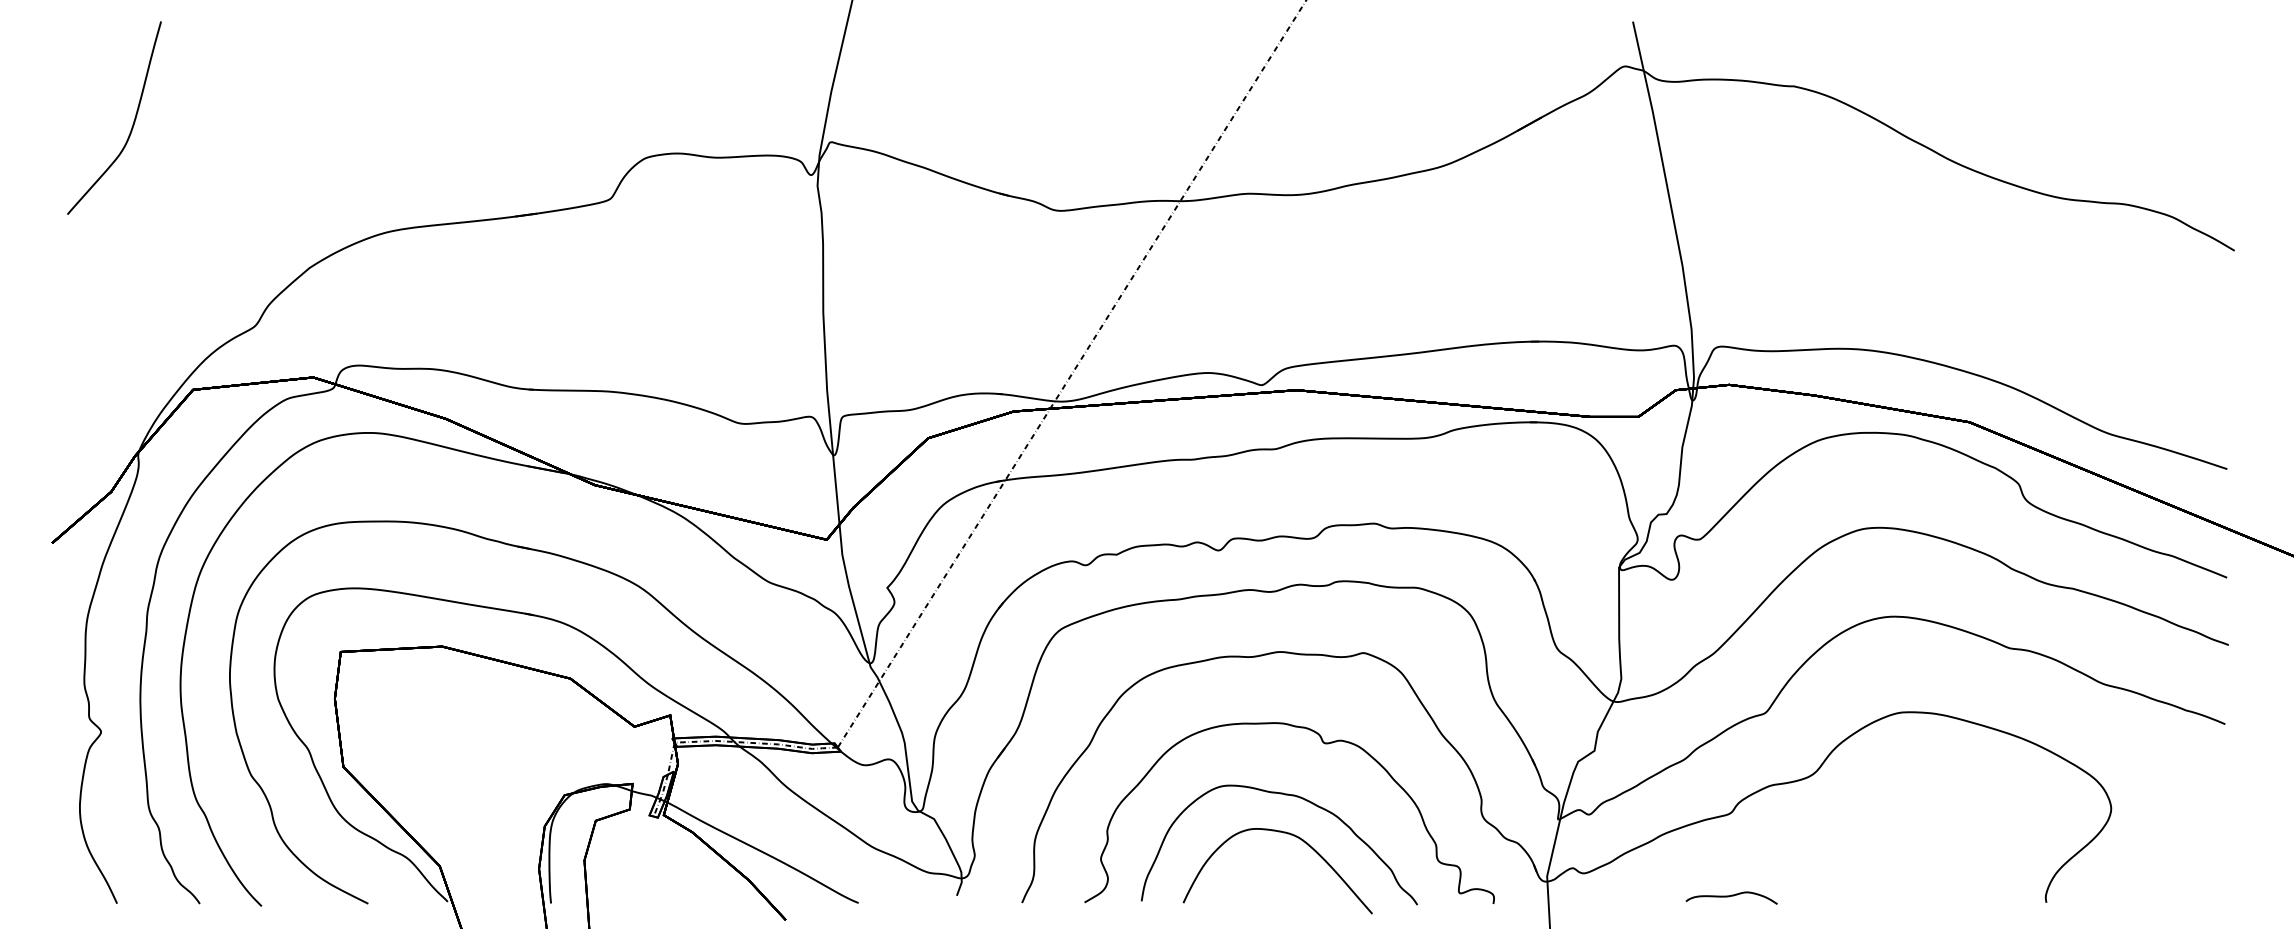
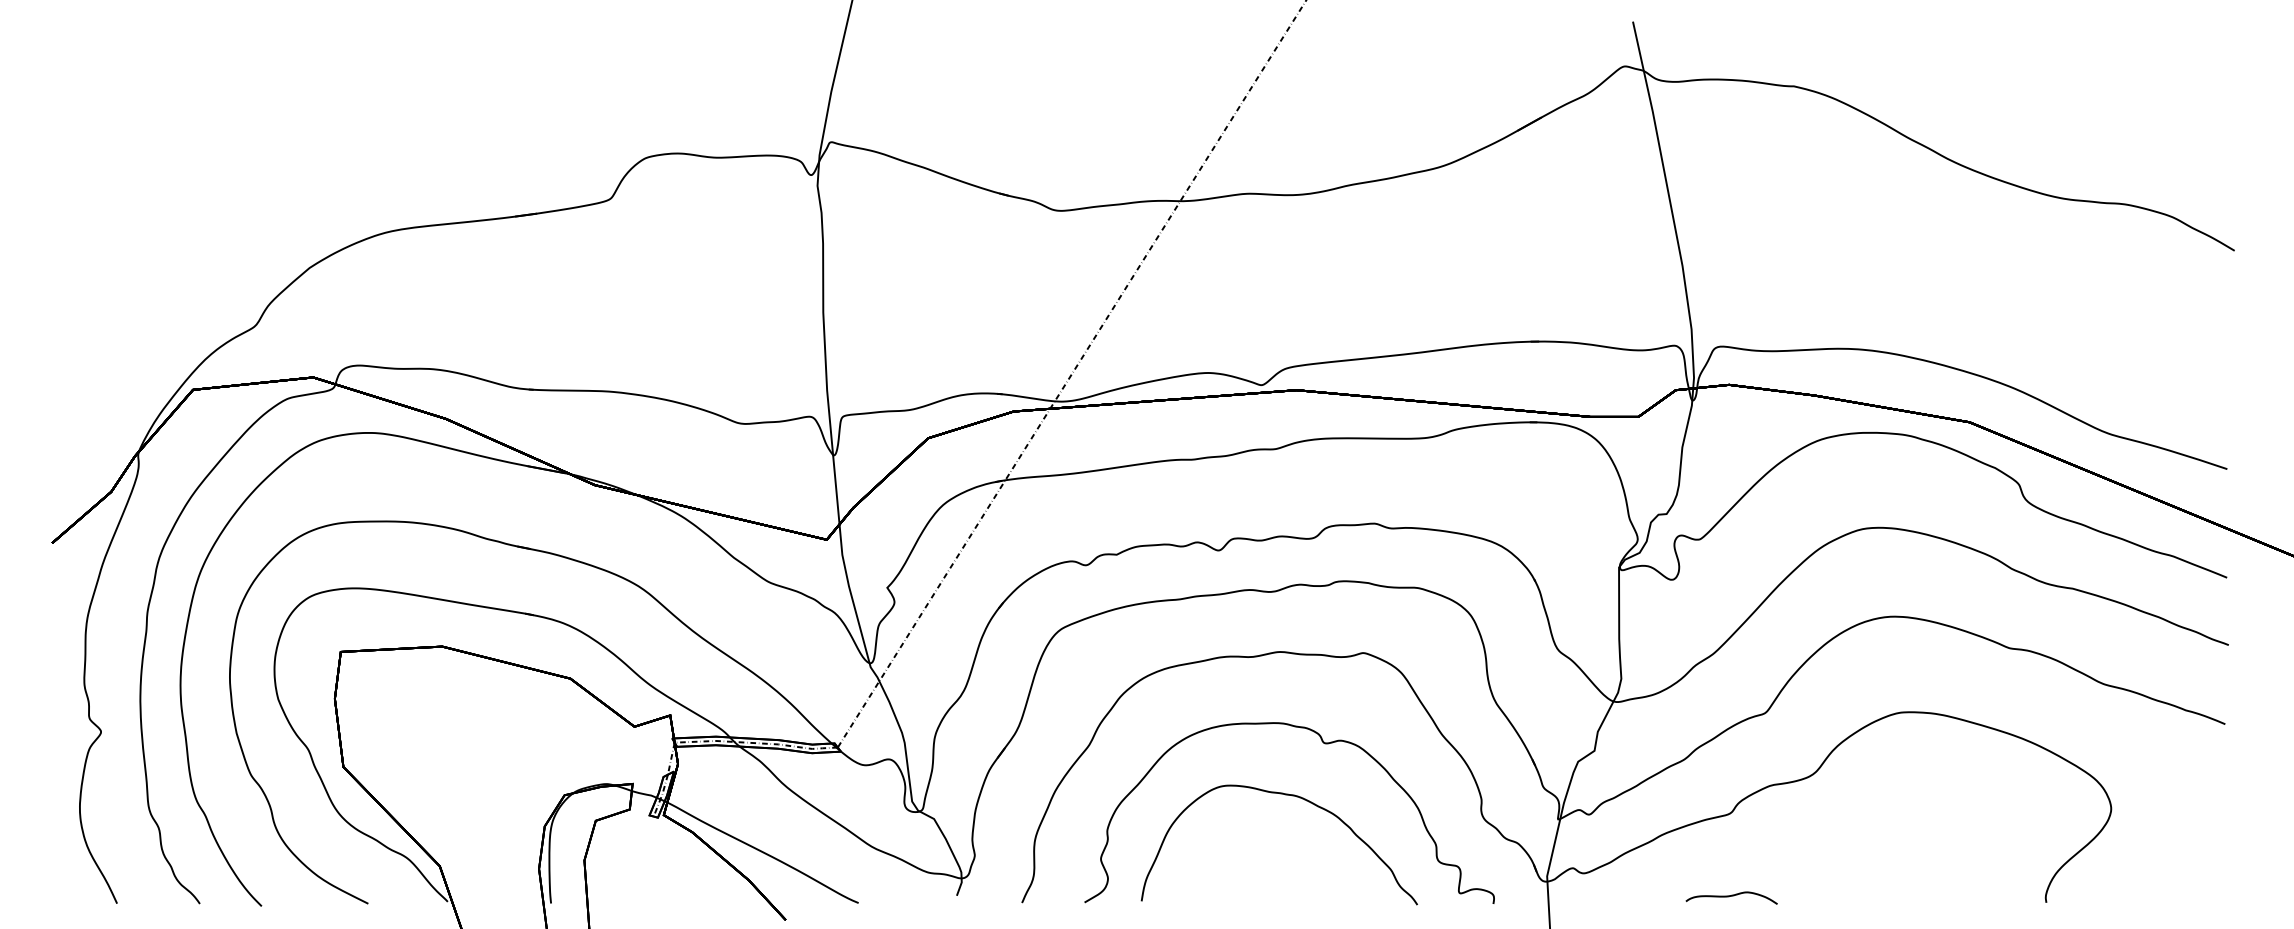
curve at (133, 120): present -> none
curve at (1287, 834): present -> none
